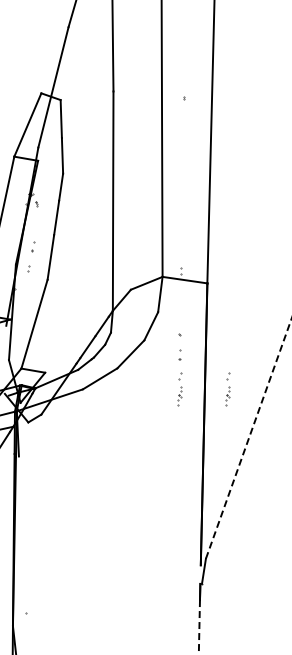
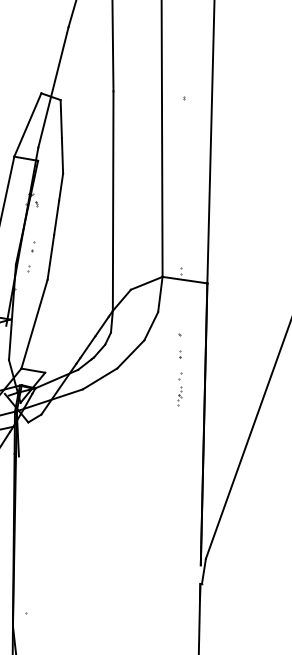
part at (179, 354) size: 4x12 px -> 3x9 px
part at (227, 389): present -> none
line at (248, 438): dashed -> solid
line at (199, 627): dashed -> solid
